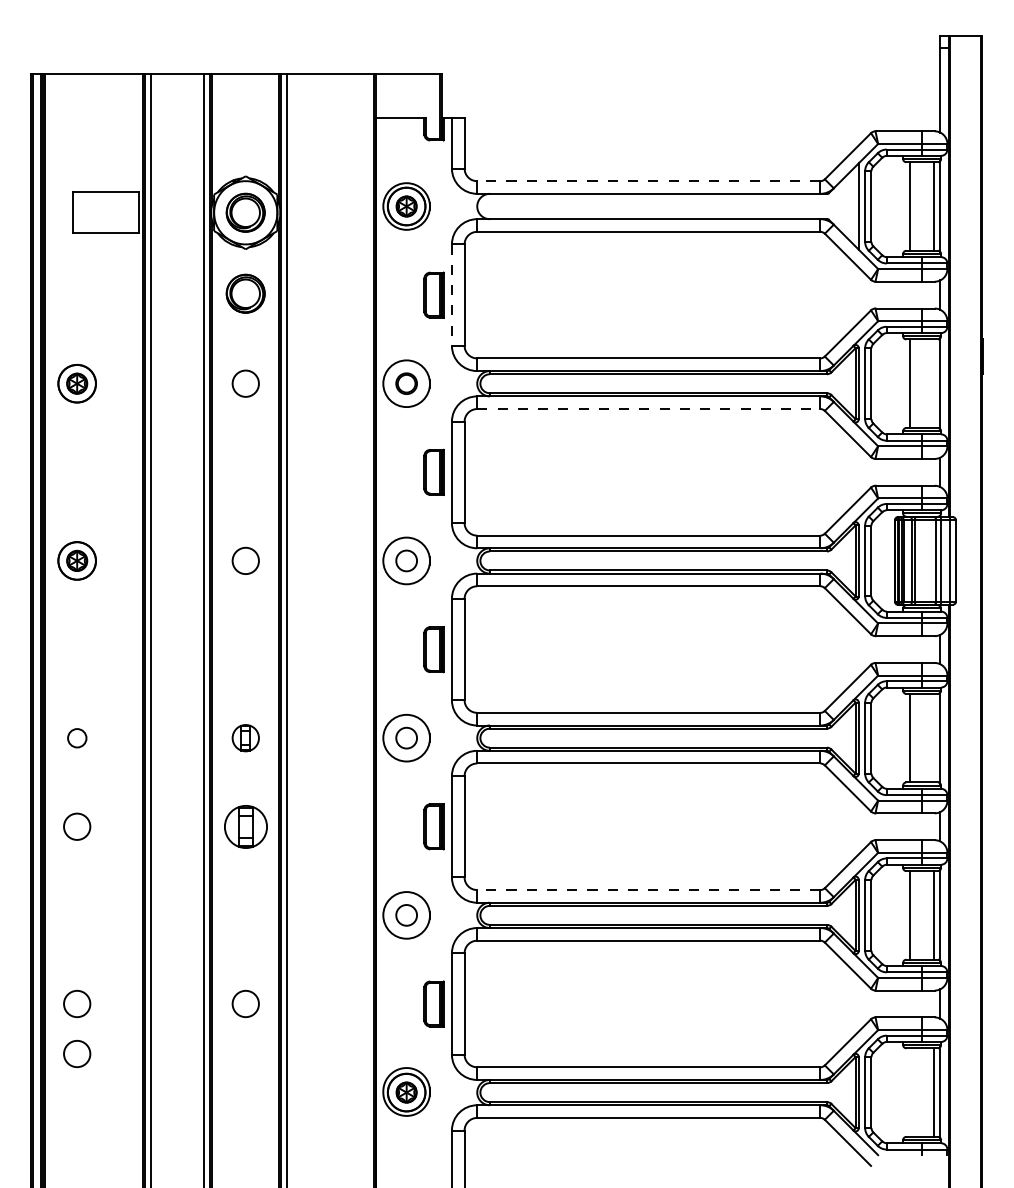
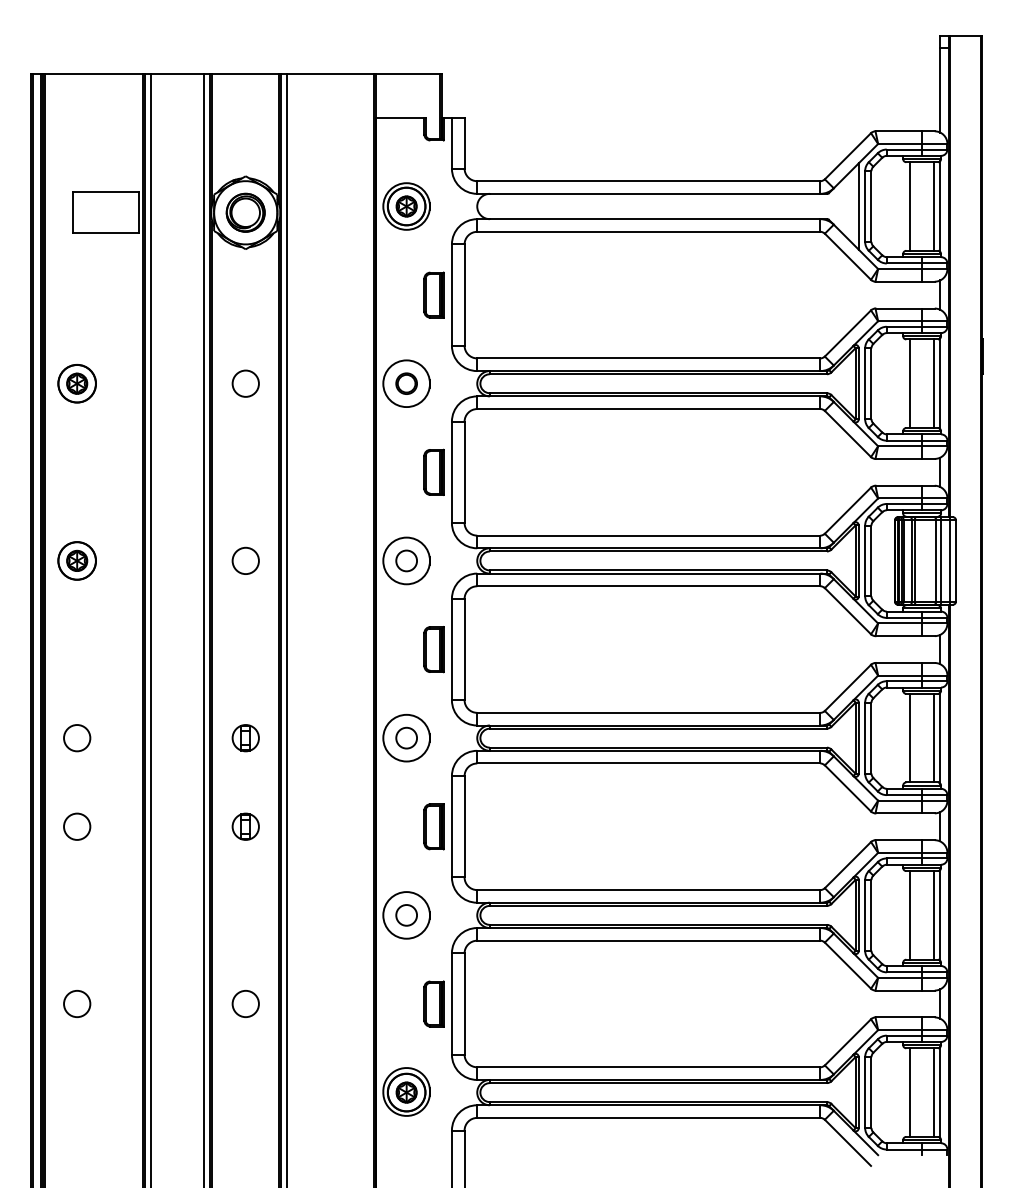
line at (648, 181): dashed -> solid
part at (245, 293): present -> none
line at (451, 295): dashed -> solid
line at (934, 383): none -> present
line at (648, 409): dashed -> solid
line at (934, 737): none -> present
circle at (77, 738) size: 21x21 px -> 29x29 px
part at (245, 826) size: 44x44 px -> 29x29 px
line at (648, 890): dashed -> solid
circle at (77, 1053): present -> none
line at (909, 1092): none -> present
